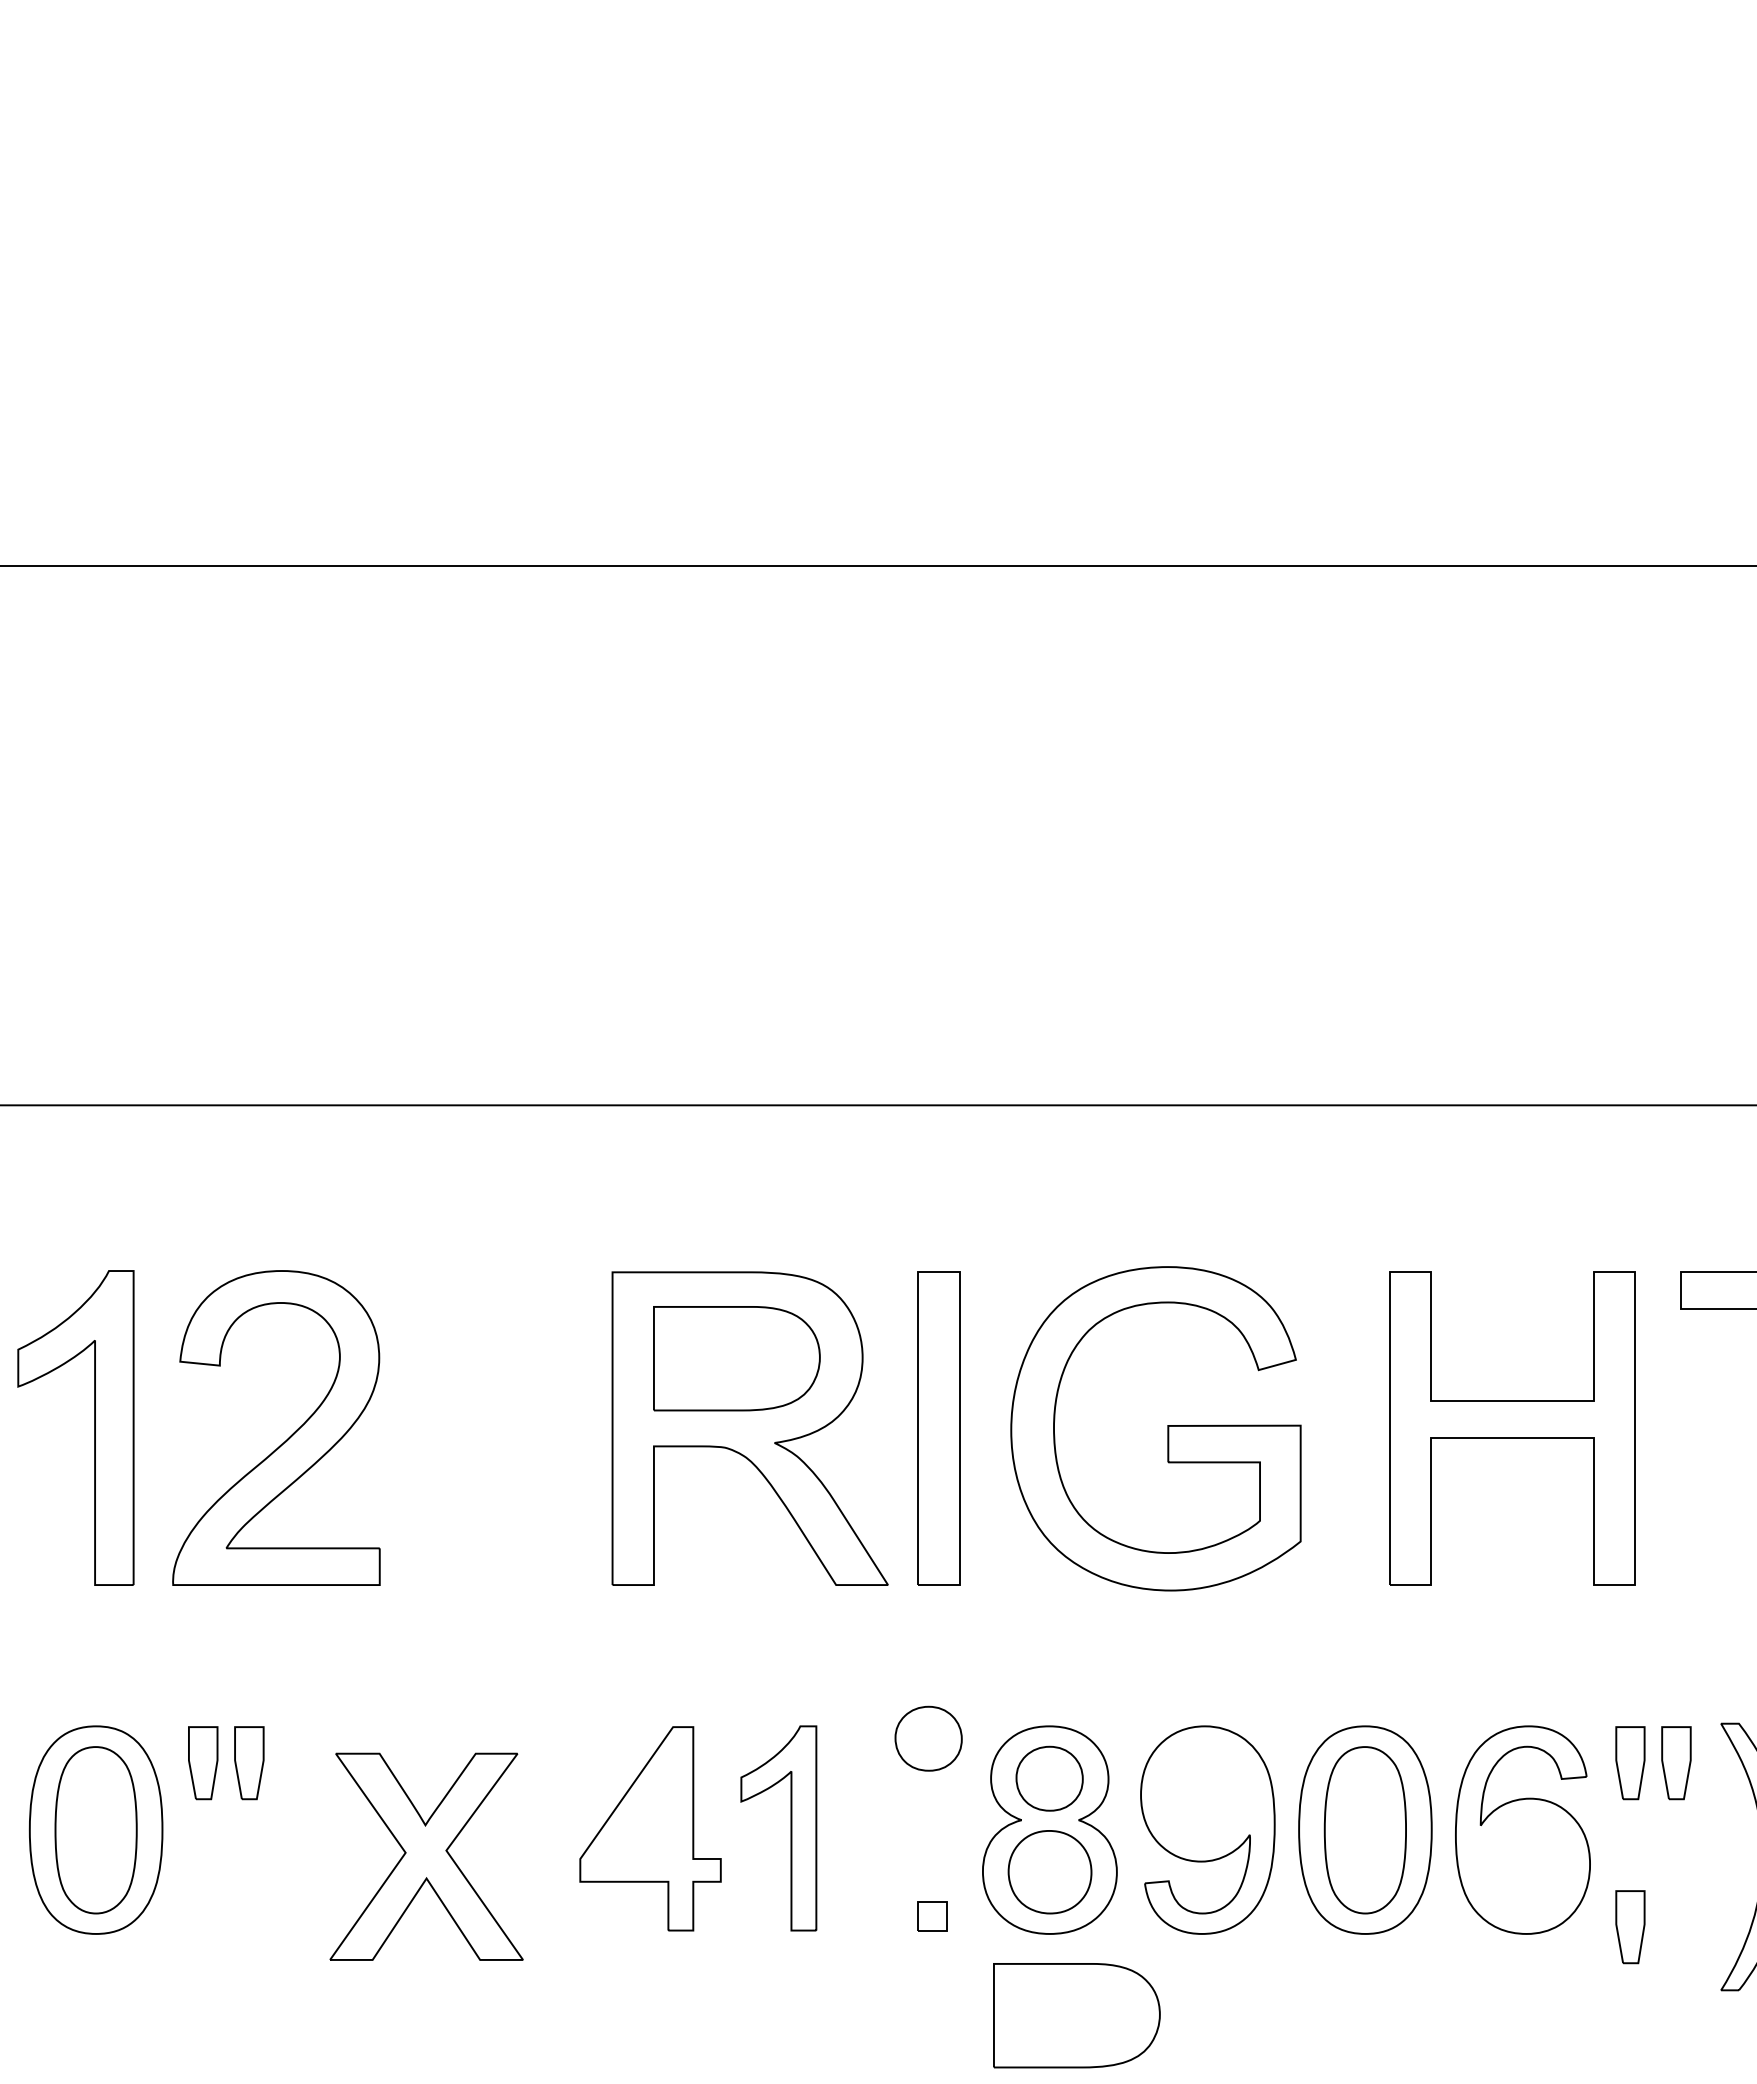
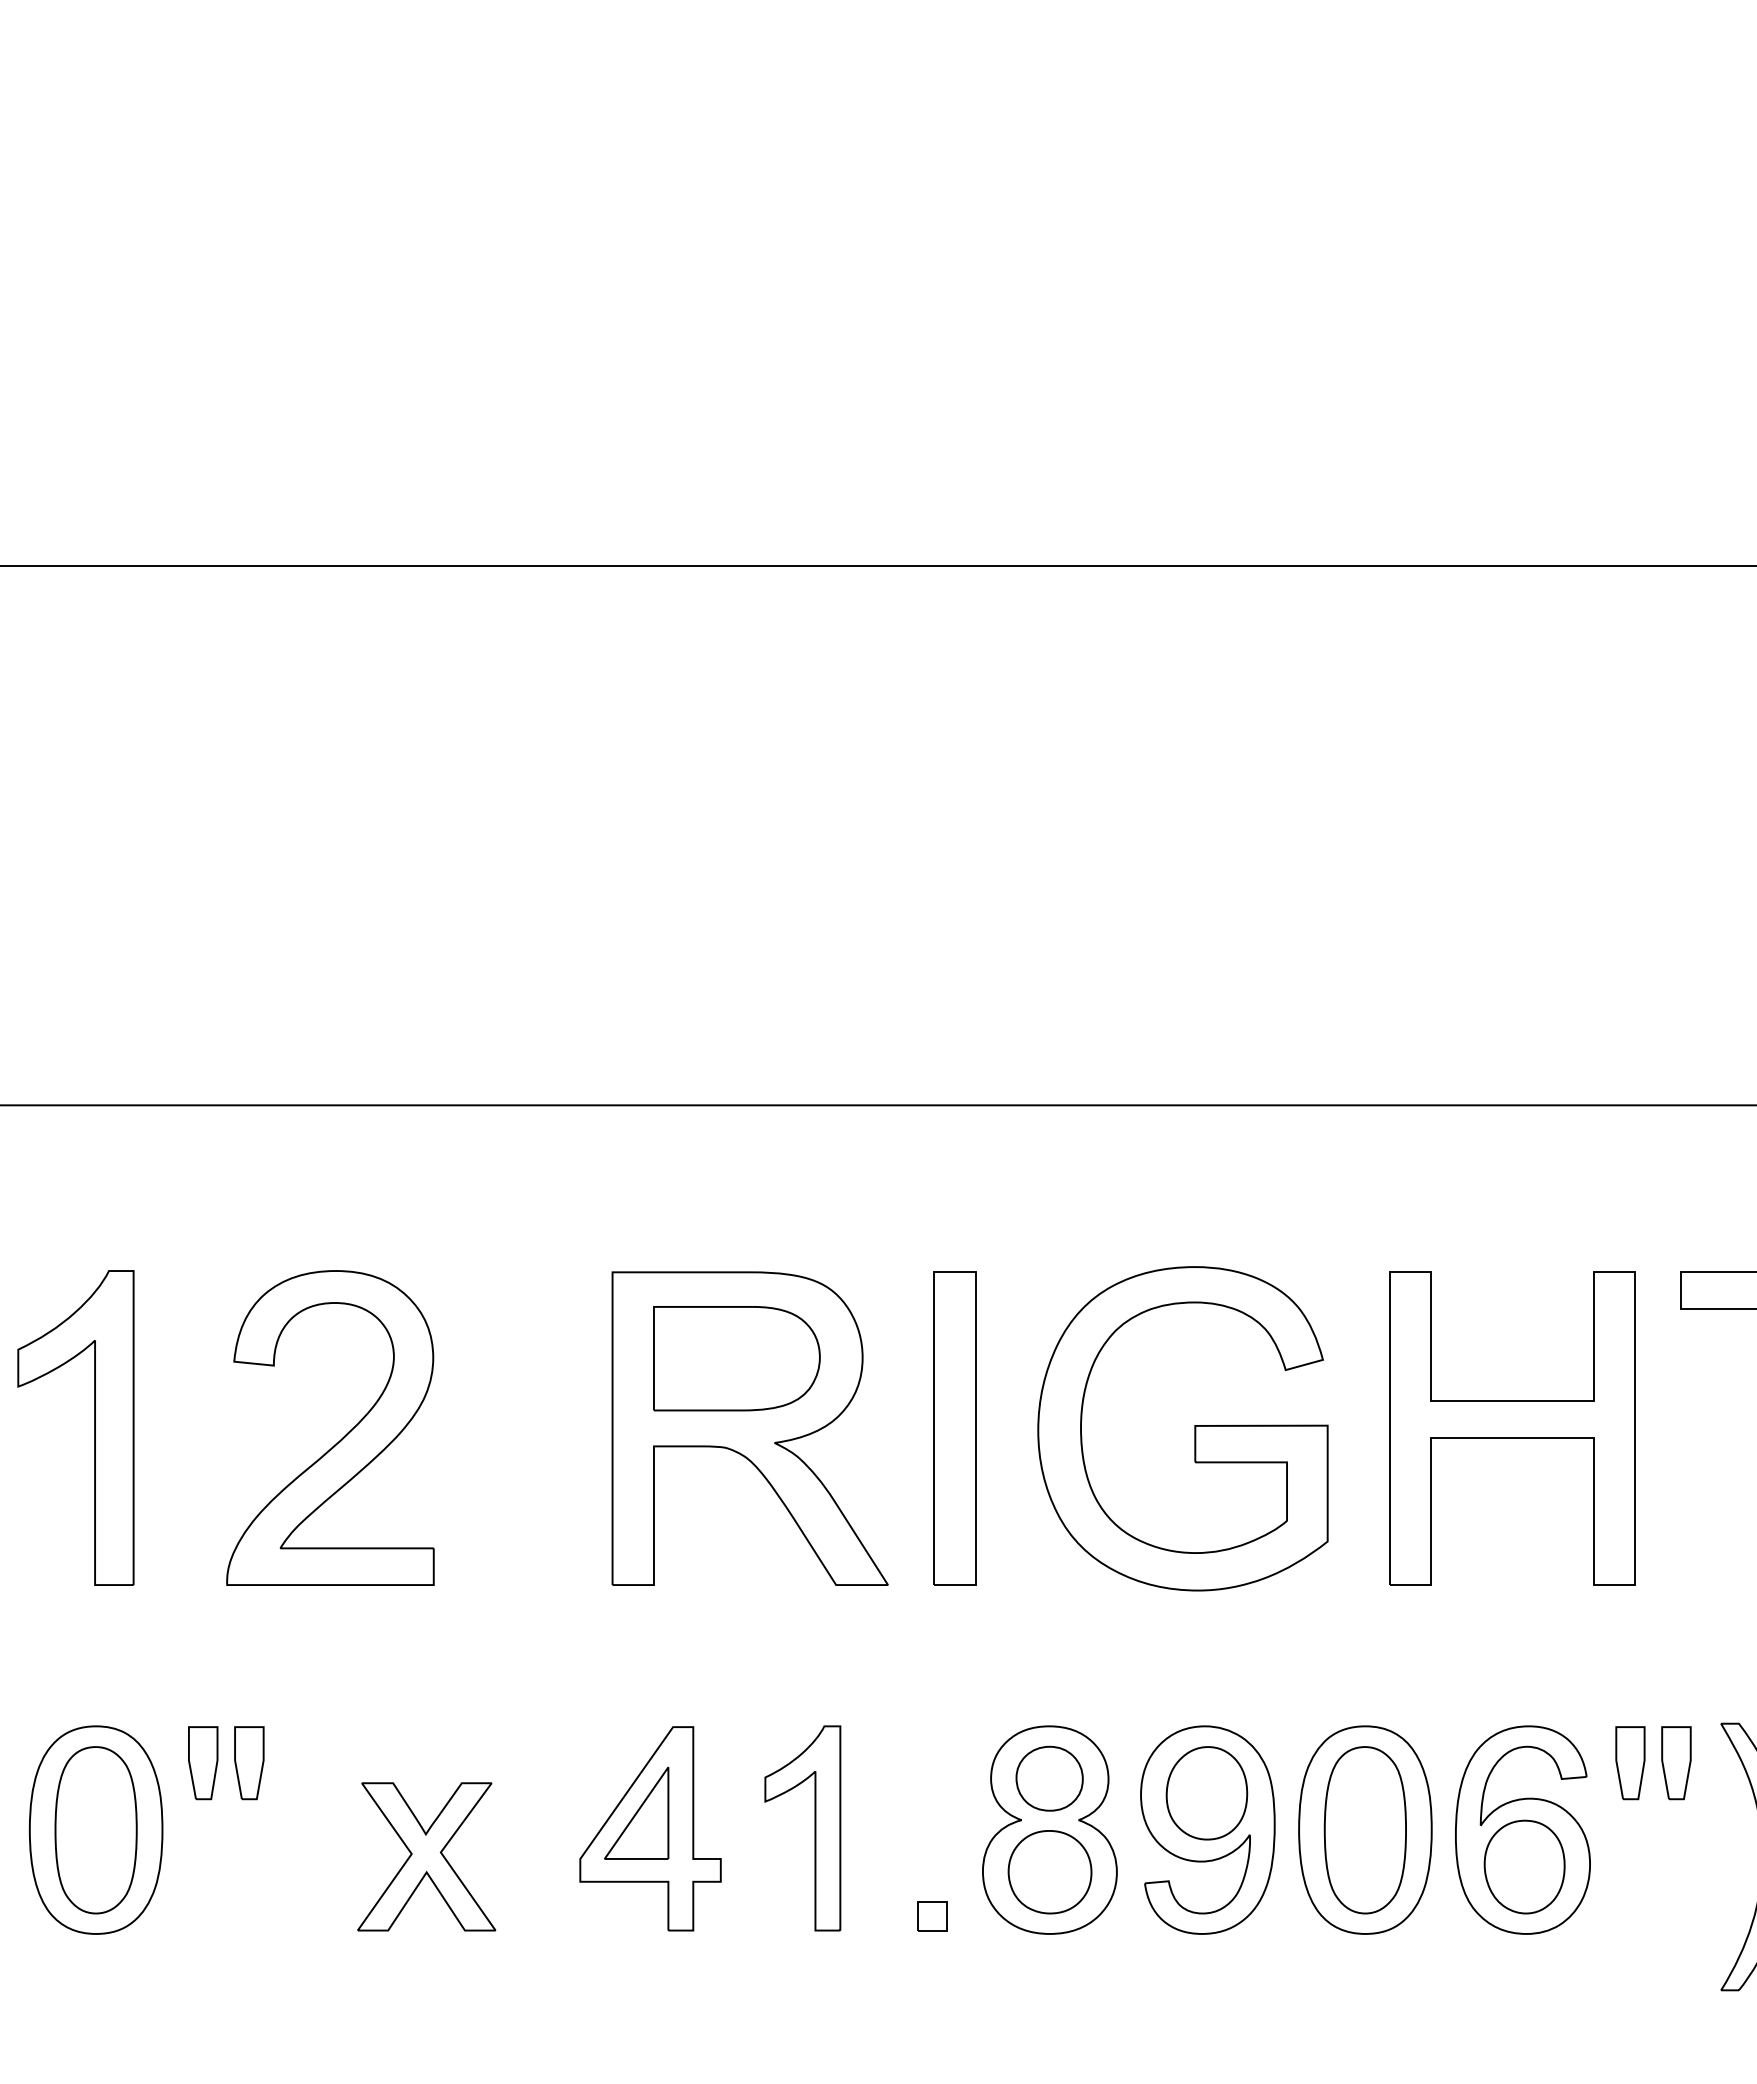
part at (938, 1428) position: (938, 1428) -> (954, 1428)
part at (1167, 1428) position: (1167, 1428) -> (1194, 1428)
part at (287, 1438) position: (287, 1438) -> (341, 1438)
part at (928, 1738): present -> none
part at (1206, 1793): none -> present
part at (636, 1812): none -> present
part at (790, 1828) position: (790, 1828) -> (814, 1828)
part at (426, 1856) size: 195x209 px -> 140x150 px
part at (1524, 1866): none -> present
part at (1630, 1927): present -> none
part at (1076, 2015): present -> none
